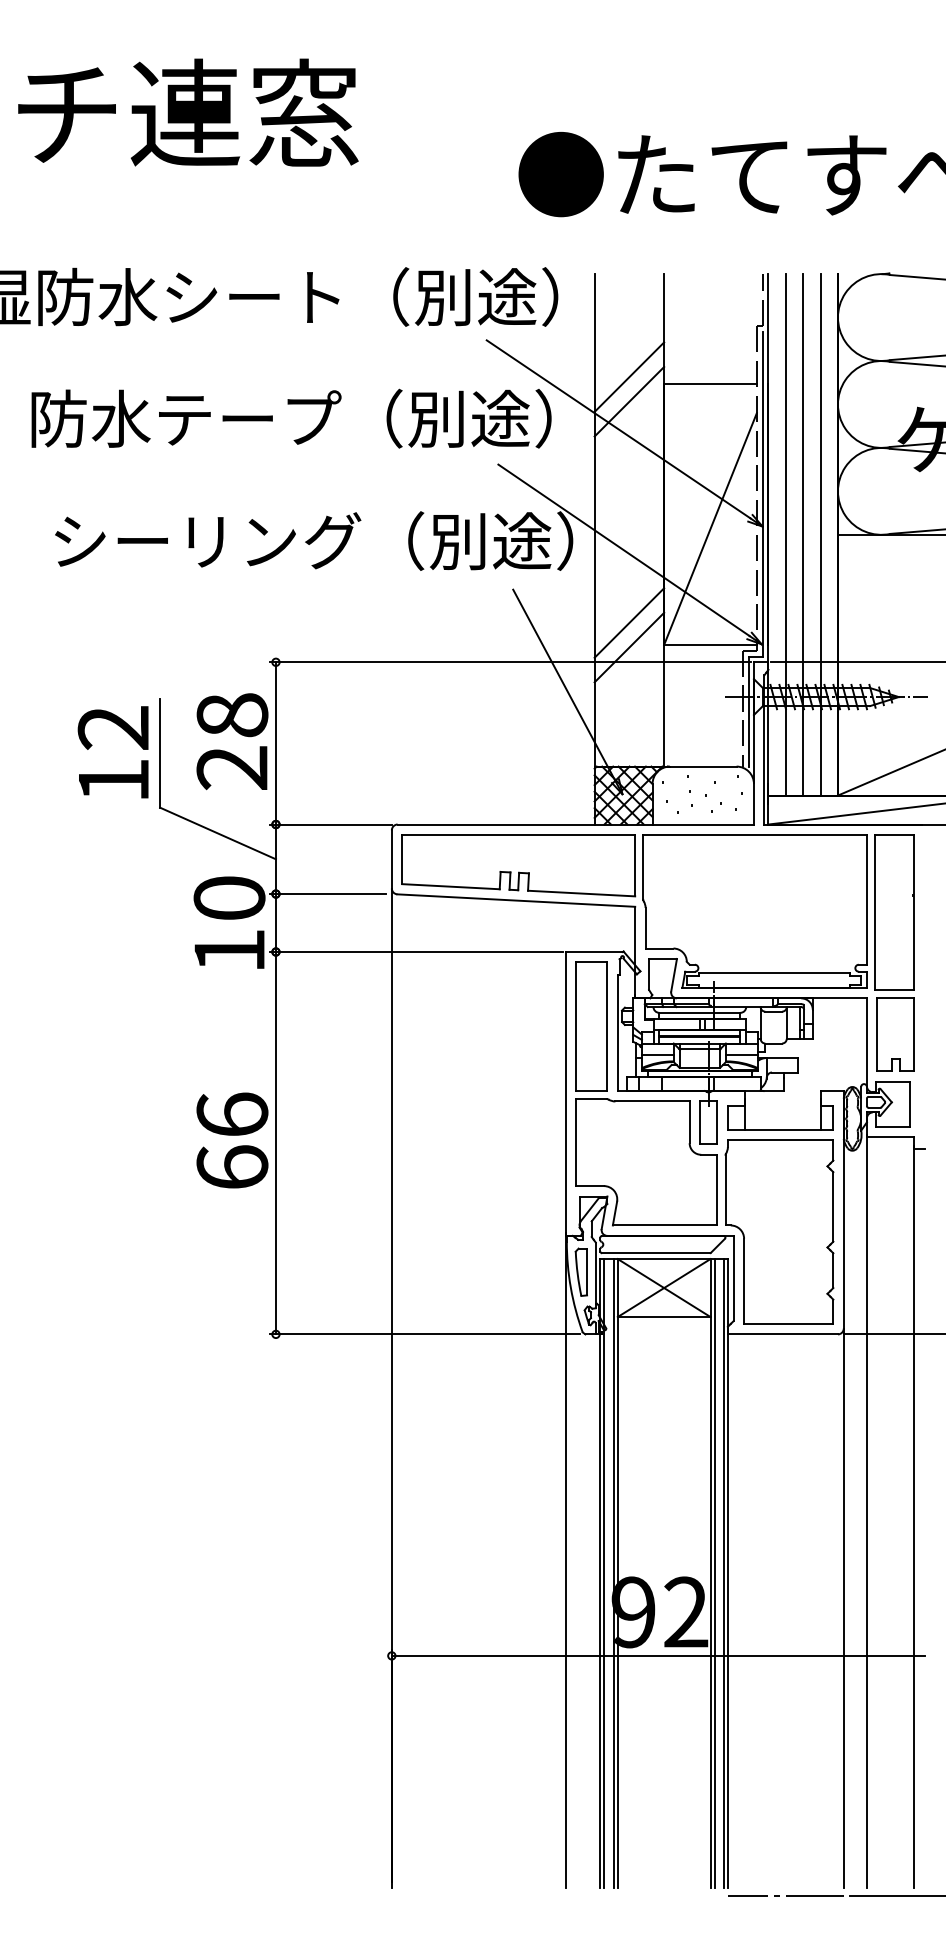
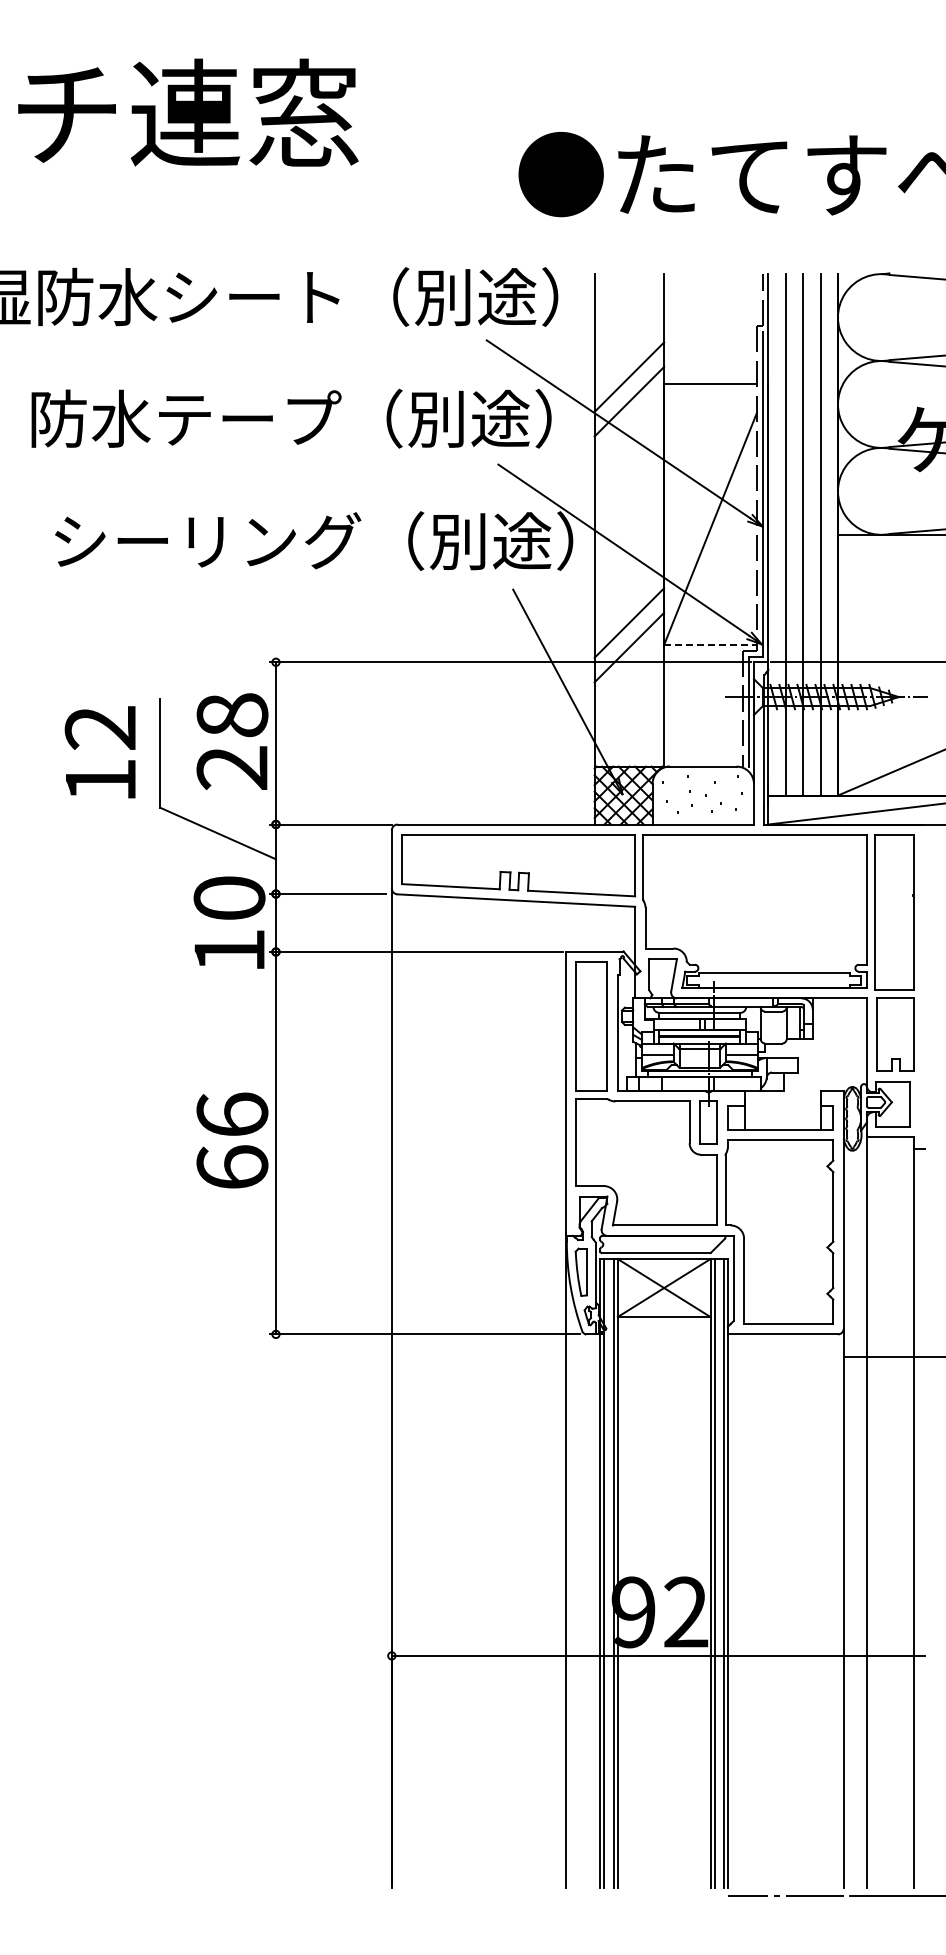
line at (711, 644): solid -> dashed
text at (112, 752) position: (112, 752) -> (99, 752)
line at (892, 1334) position: (892, 1334) -> (892, 1357)
